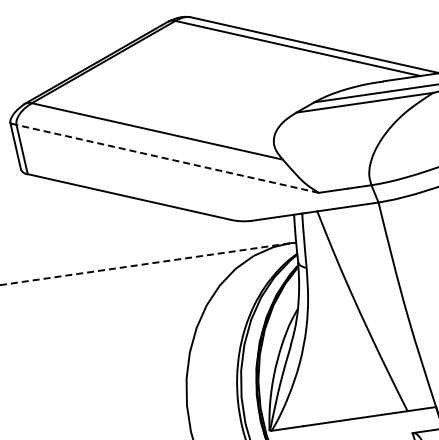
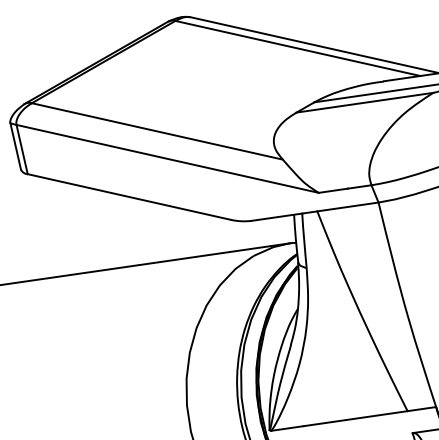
line at (167, 158): dashed -> solid
line at (144, 264): dashed -> solid
